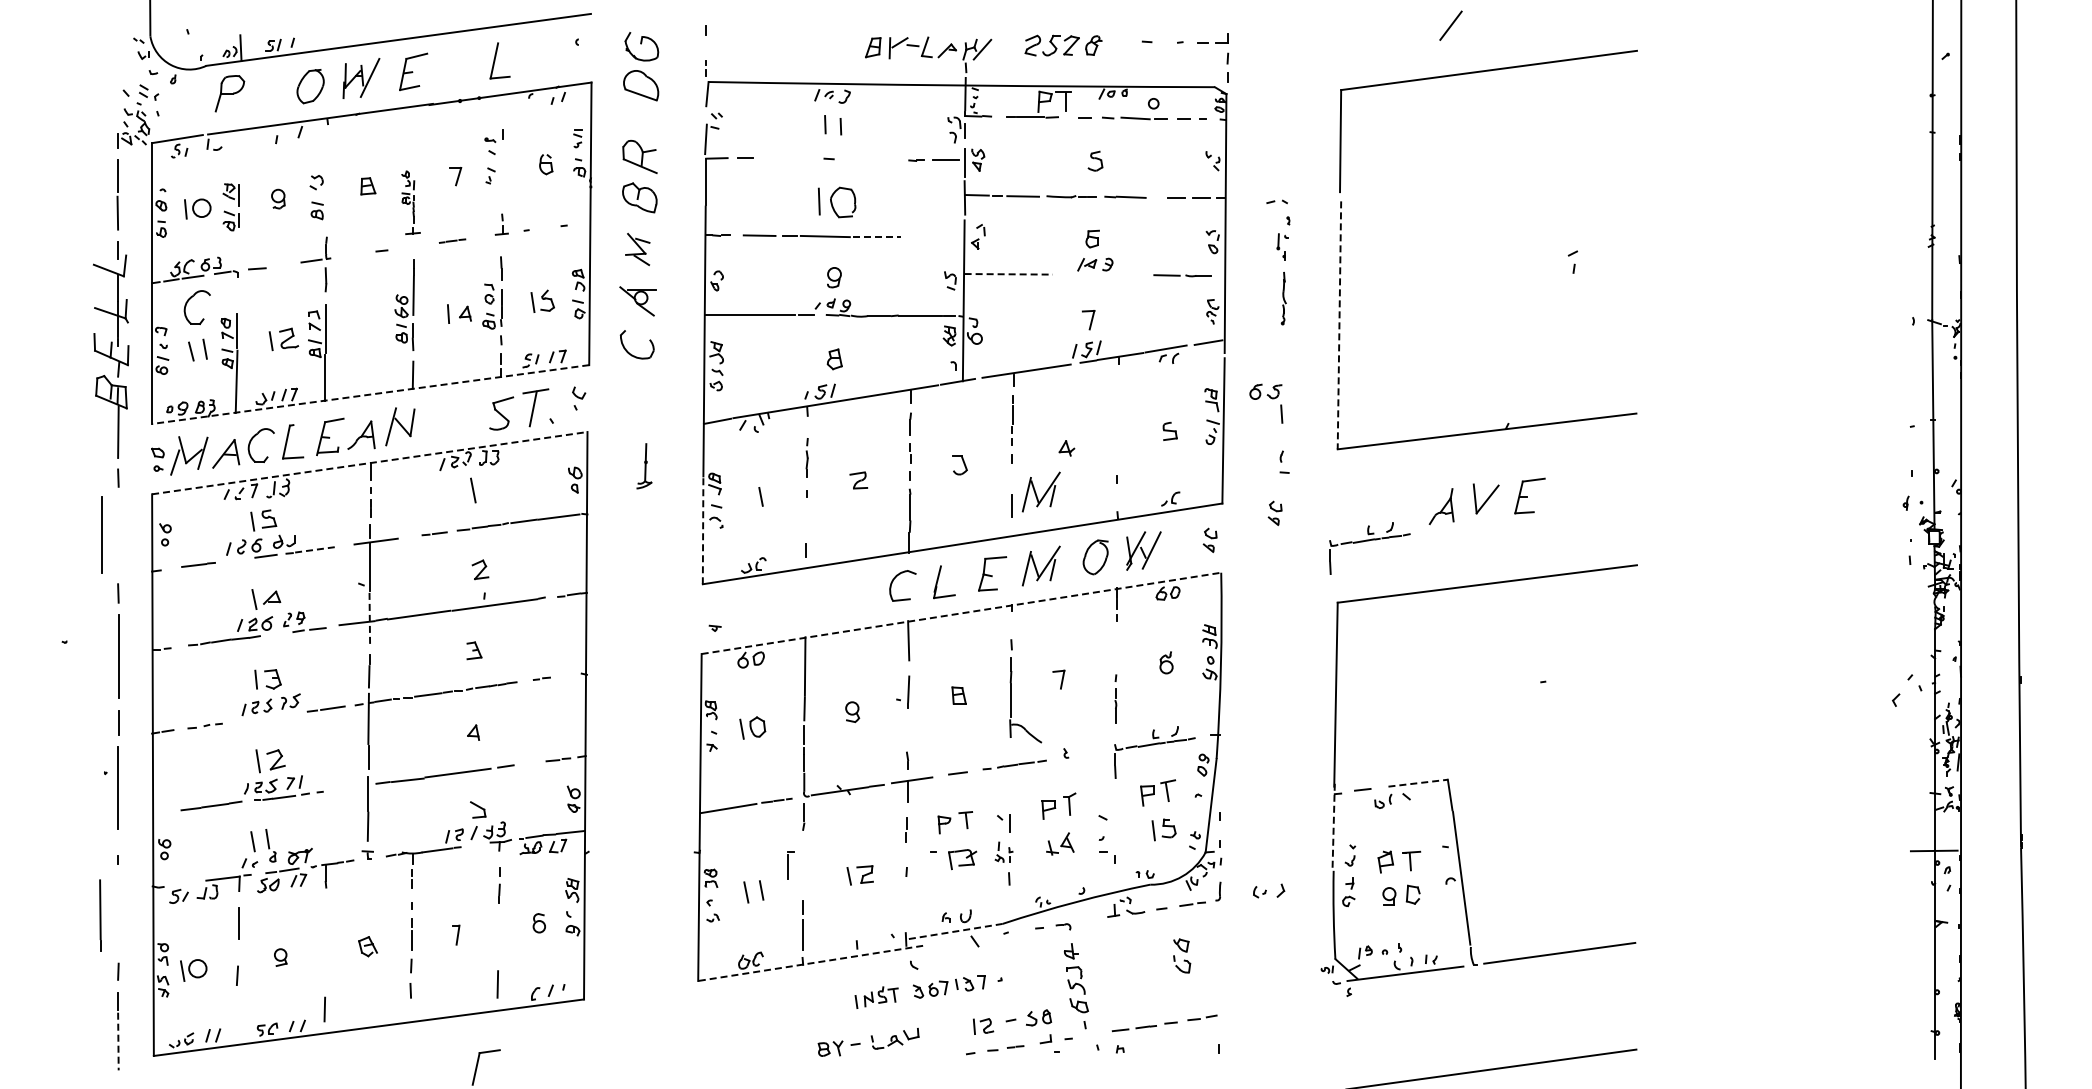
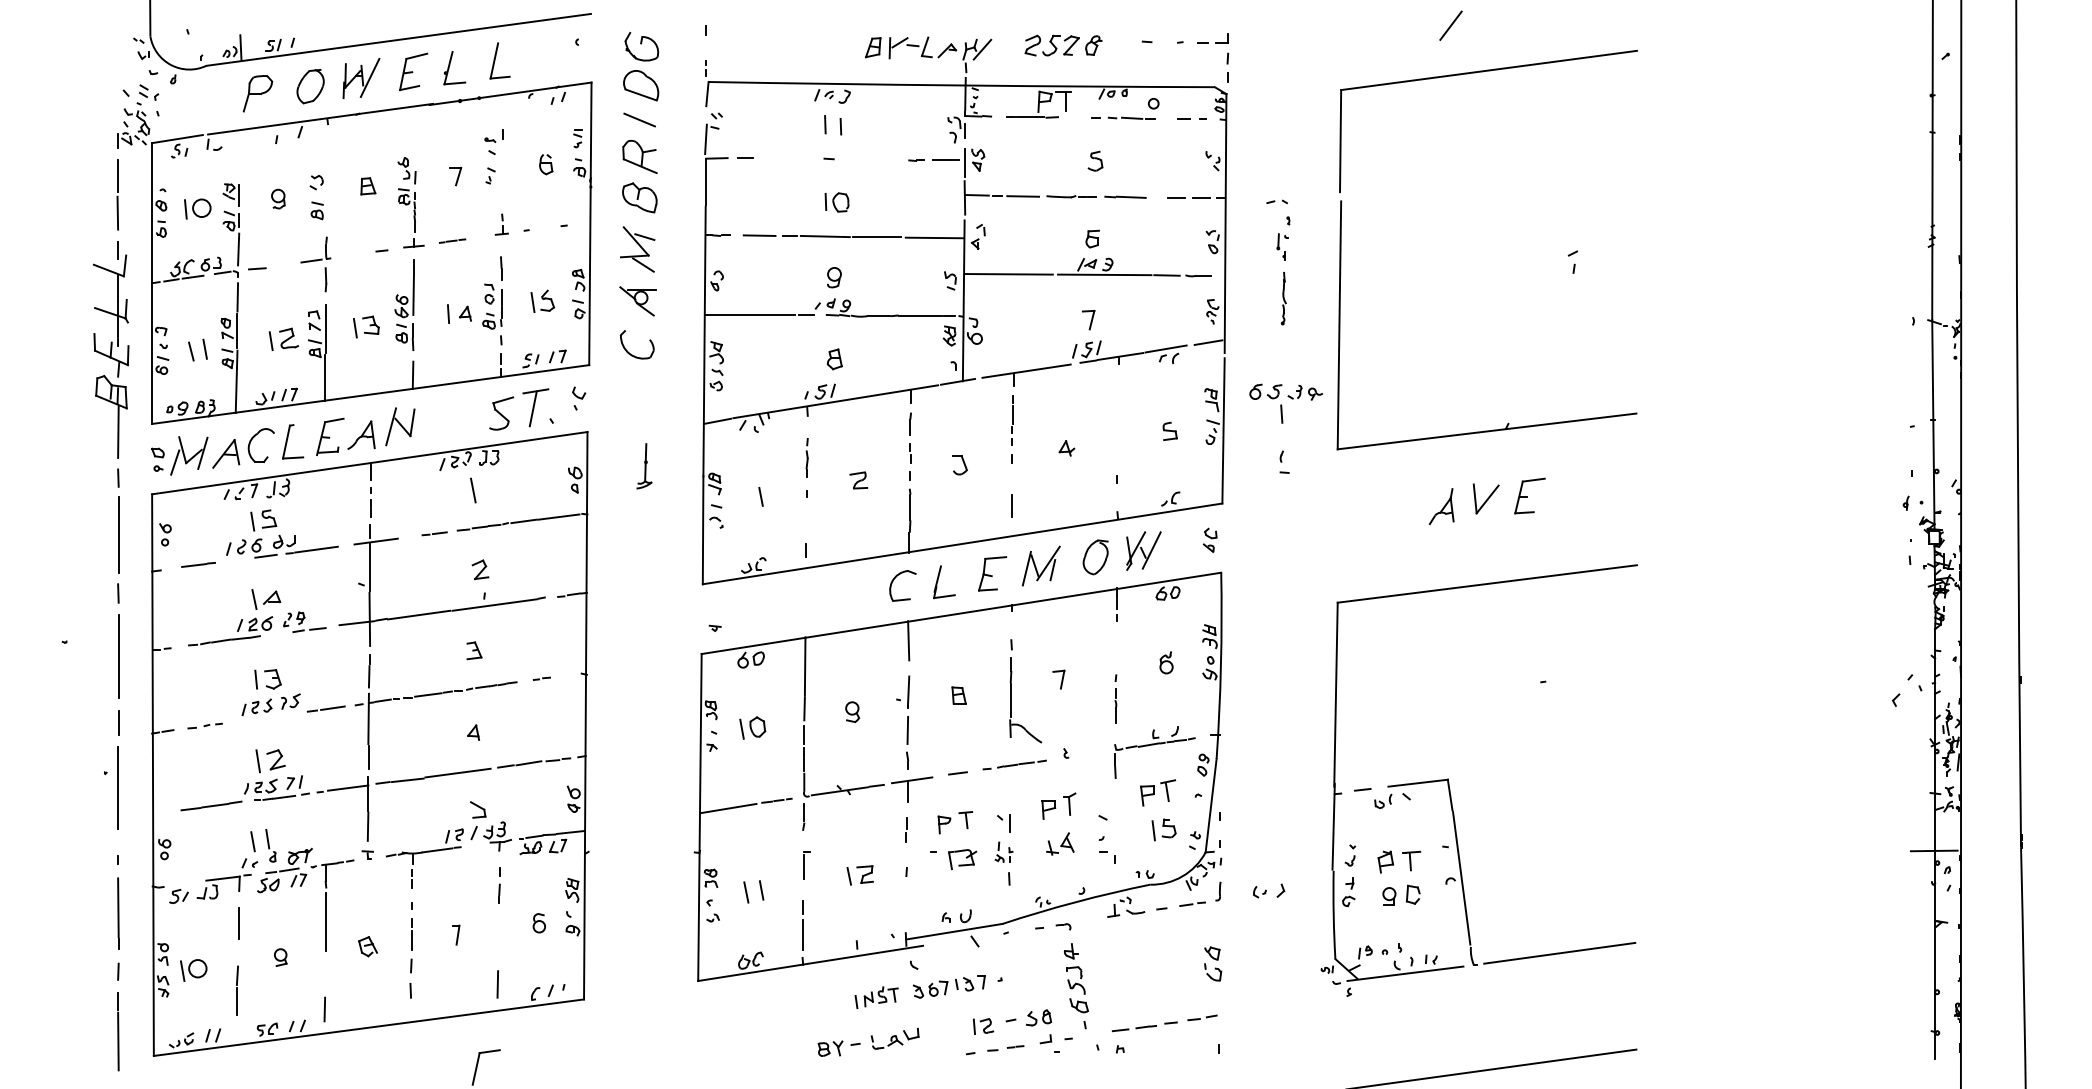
part at (454, 68): none -> present
part at (229, 93) position: (229, 93) -> (257, 93)
part at (1122, 118) size: 90x5 px -> 65x4 px
line at (639, 119): none -> present
part at (410, 202) size: 20x65 px -> 28x92 px
part at (837, 202) size: 39x33 px -> 26x21 px
line at (876, 237): dashed -> solid
line at (934, 237): none -> present
line at (238, 249): none -> present
part at (637, 249) size: 26x35 px -> 36x47 px
line at (1009, 274): dashed -> solid
line at (1104, 274): none -> present
line at (237, 297): none -> present
part at (187, 303): present -> none
line at (1339, 325): dashed -> solid
part at (366, 326): none -> present
part at (1304, 392): none -> present
line at (370, 394): dashed -> solid
line at (369, 463): dashed -> solid
part at (1040, 491): present -> none
part at (1274, 512): present -> none
line at (703, 530): dashed -> solid
line at (101, 534) position: (101, 534) -> (118, 534)
part at (1369, 541): present -> none
line at (316, 549): dashed -> solid
line at (961, 613): dashed -> solid
line at (369, 619): dashed -> solid
line at (907, 729): none -> present
line at (528, 763): none -> present
line at (1418, 783): dashed -> solid
line at (348, 787): none -> present
line at (1333, 826): dashed -> solid
part at (790, 865) position: (790, 865) -> (806, 865)
line at (100, 915) position: (100, 915) -> (118, 913)
line at (325, 921): none -> present
line at (954, 931): dashed -> solid
part at (1182, 955) position: (1182, 955) -> (1213, 963)
line at (810, 963): dashed -> solid
line at (236, 1001): none -> present
line at (118, 1041): dashed -> solid
